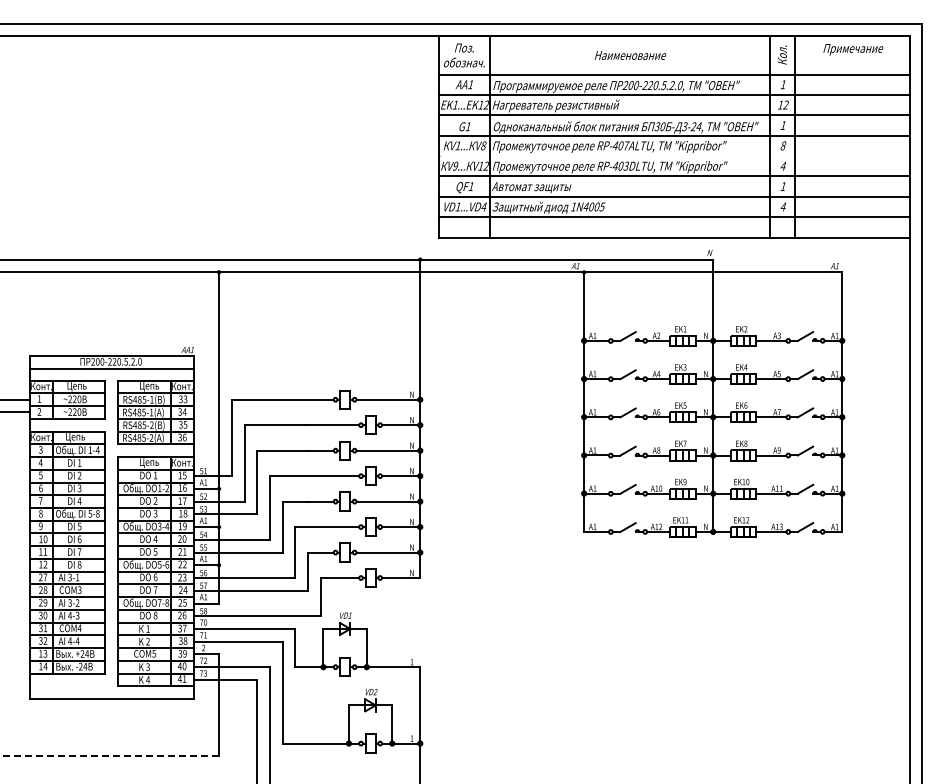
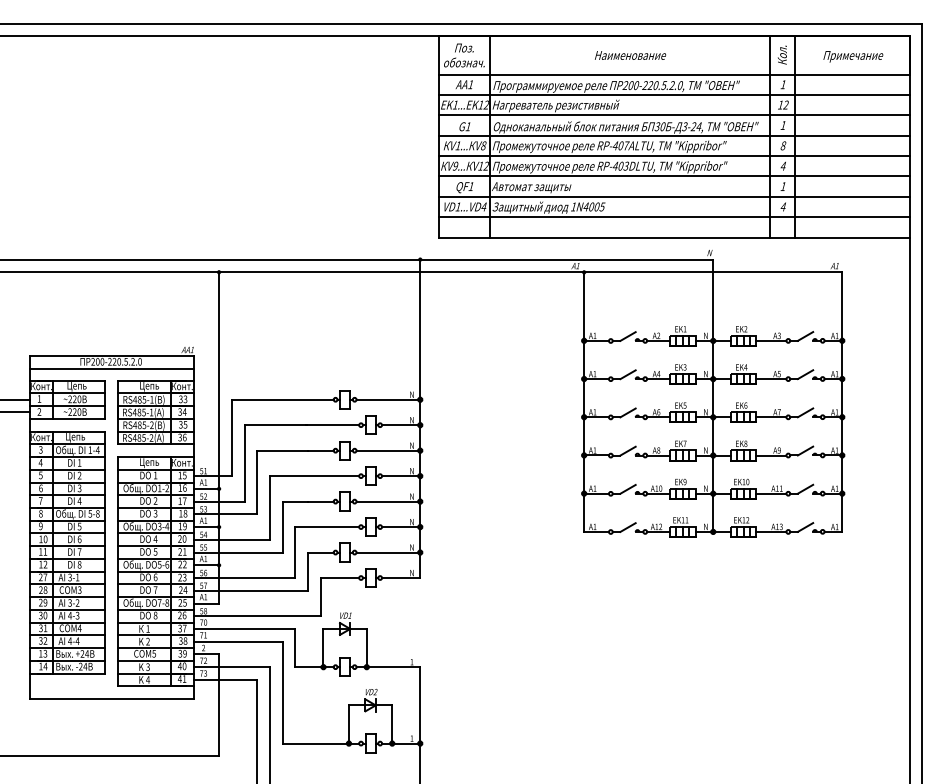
text at (853, 49) position: (853, 49) -> (853, 56)
line at (673, 156): none -> present
line at (109, 756): dashed -> solid
